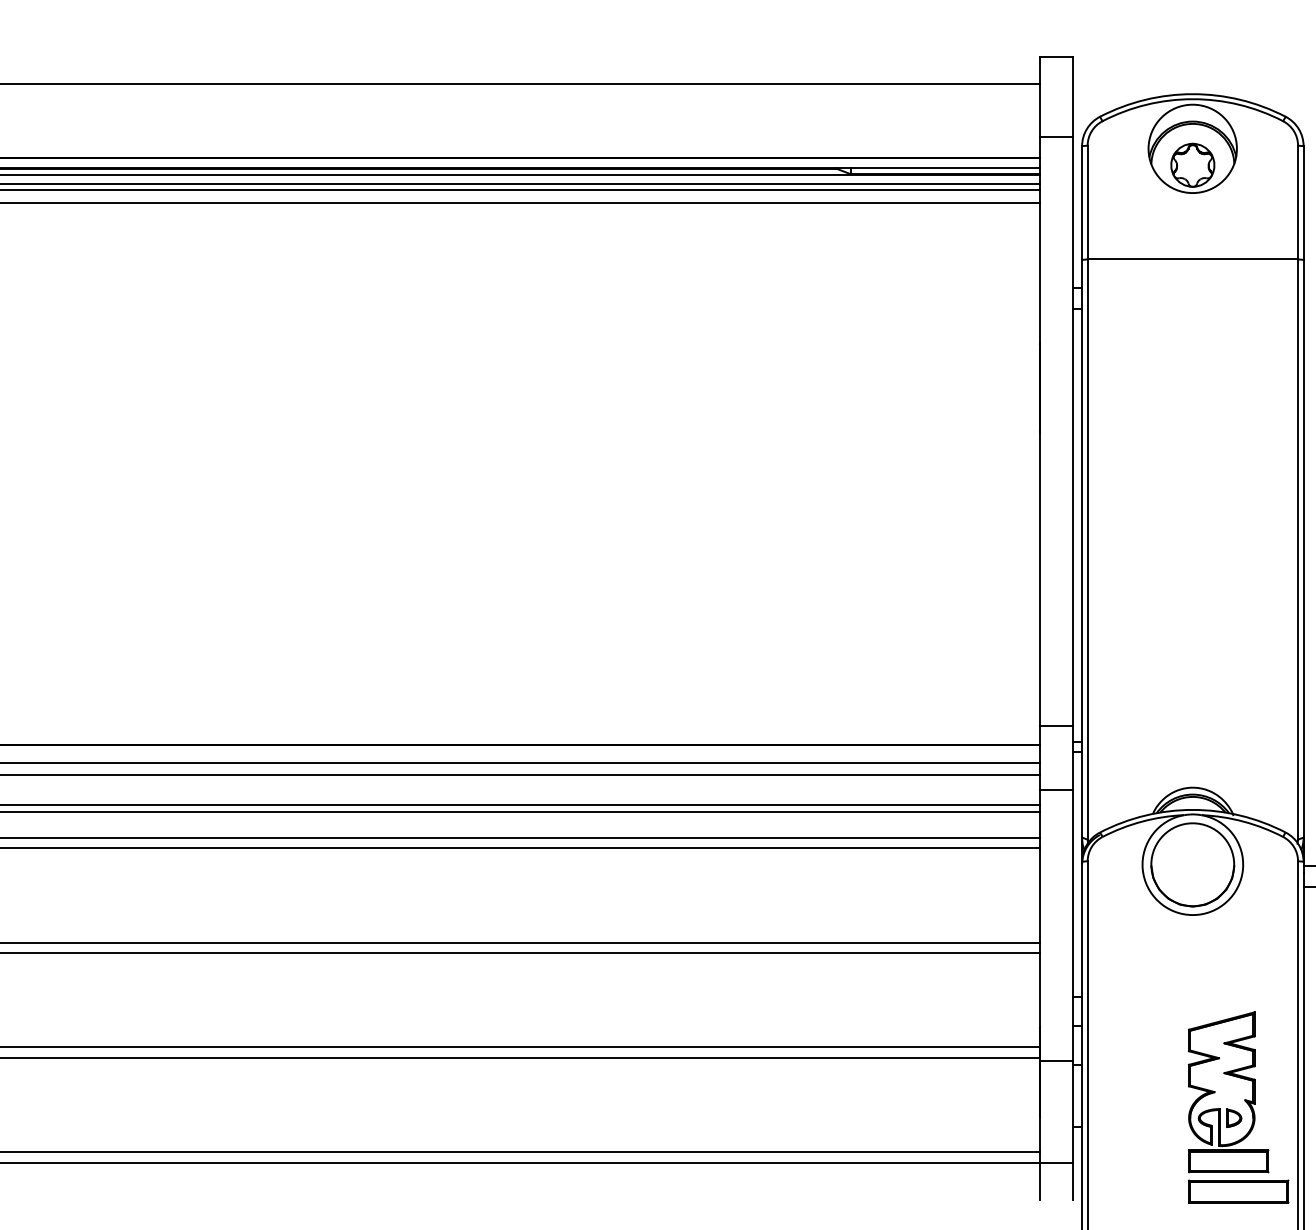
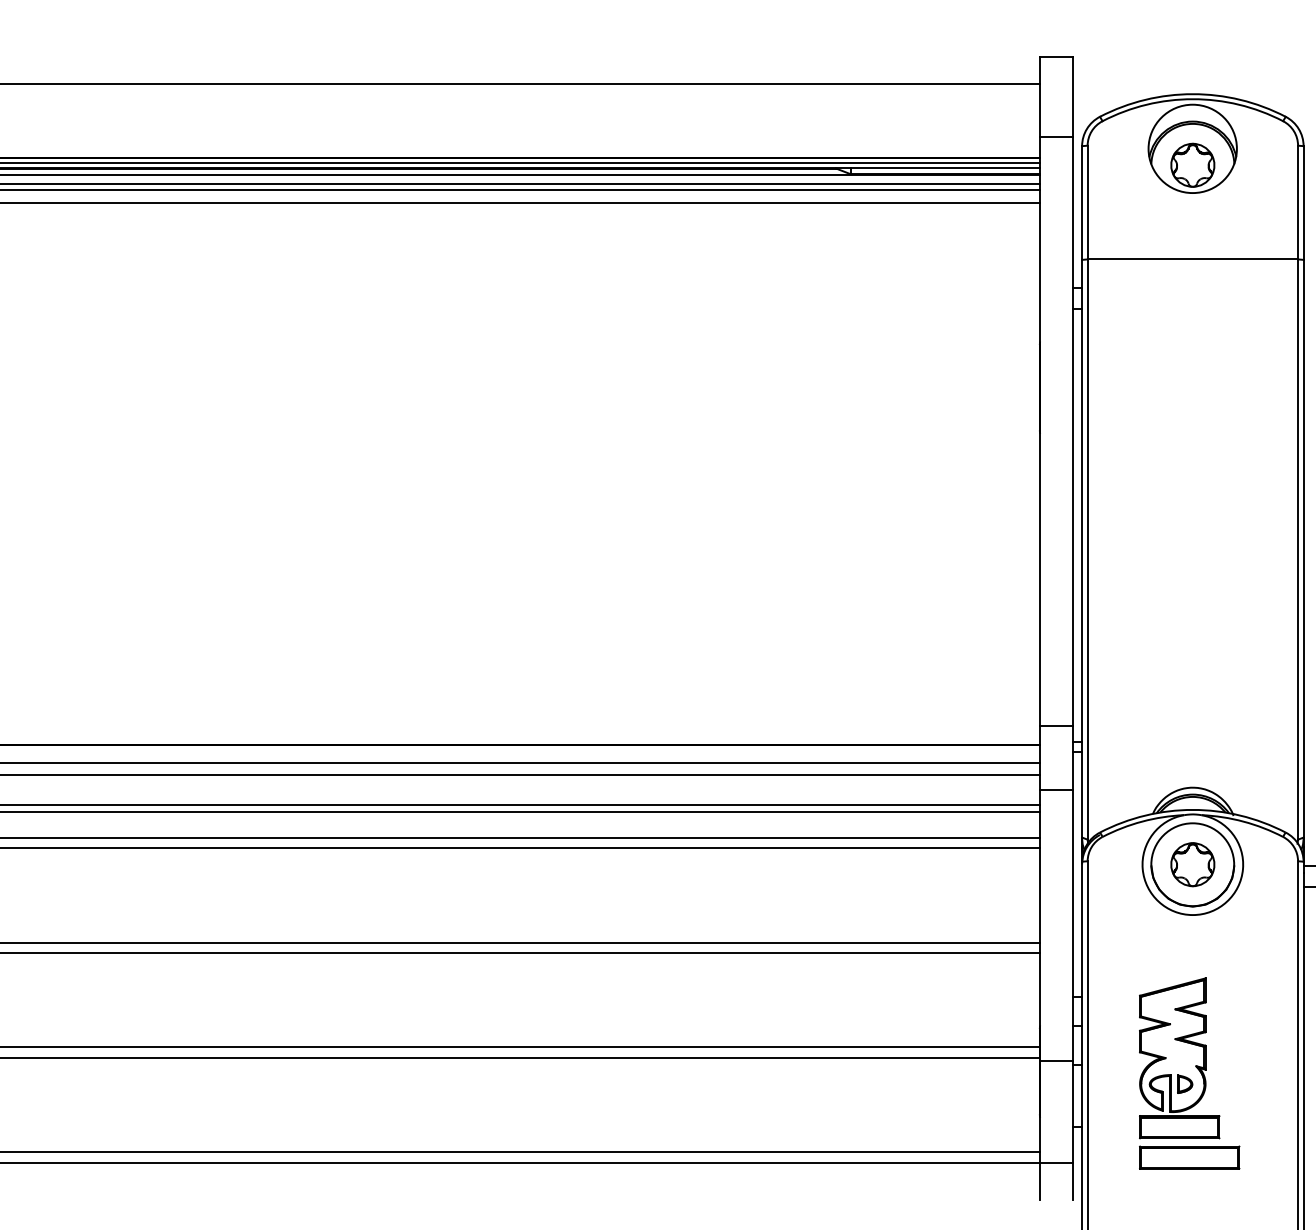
line at (521, 162): none -> present
part at (1192, 864): none -> present
part at (1238, 1107) position: (1238, 1107) -> (1189, 1073)
